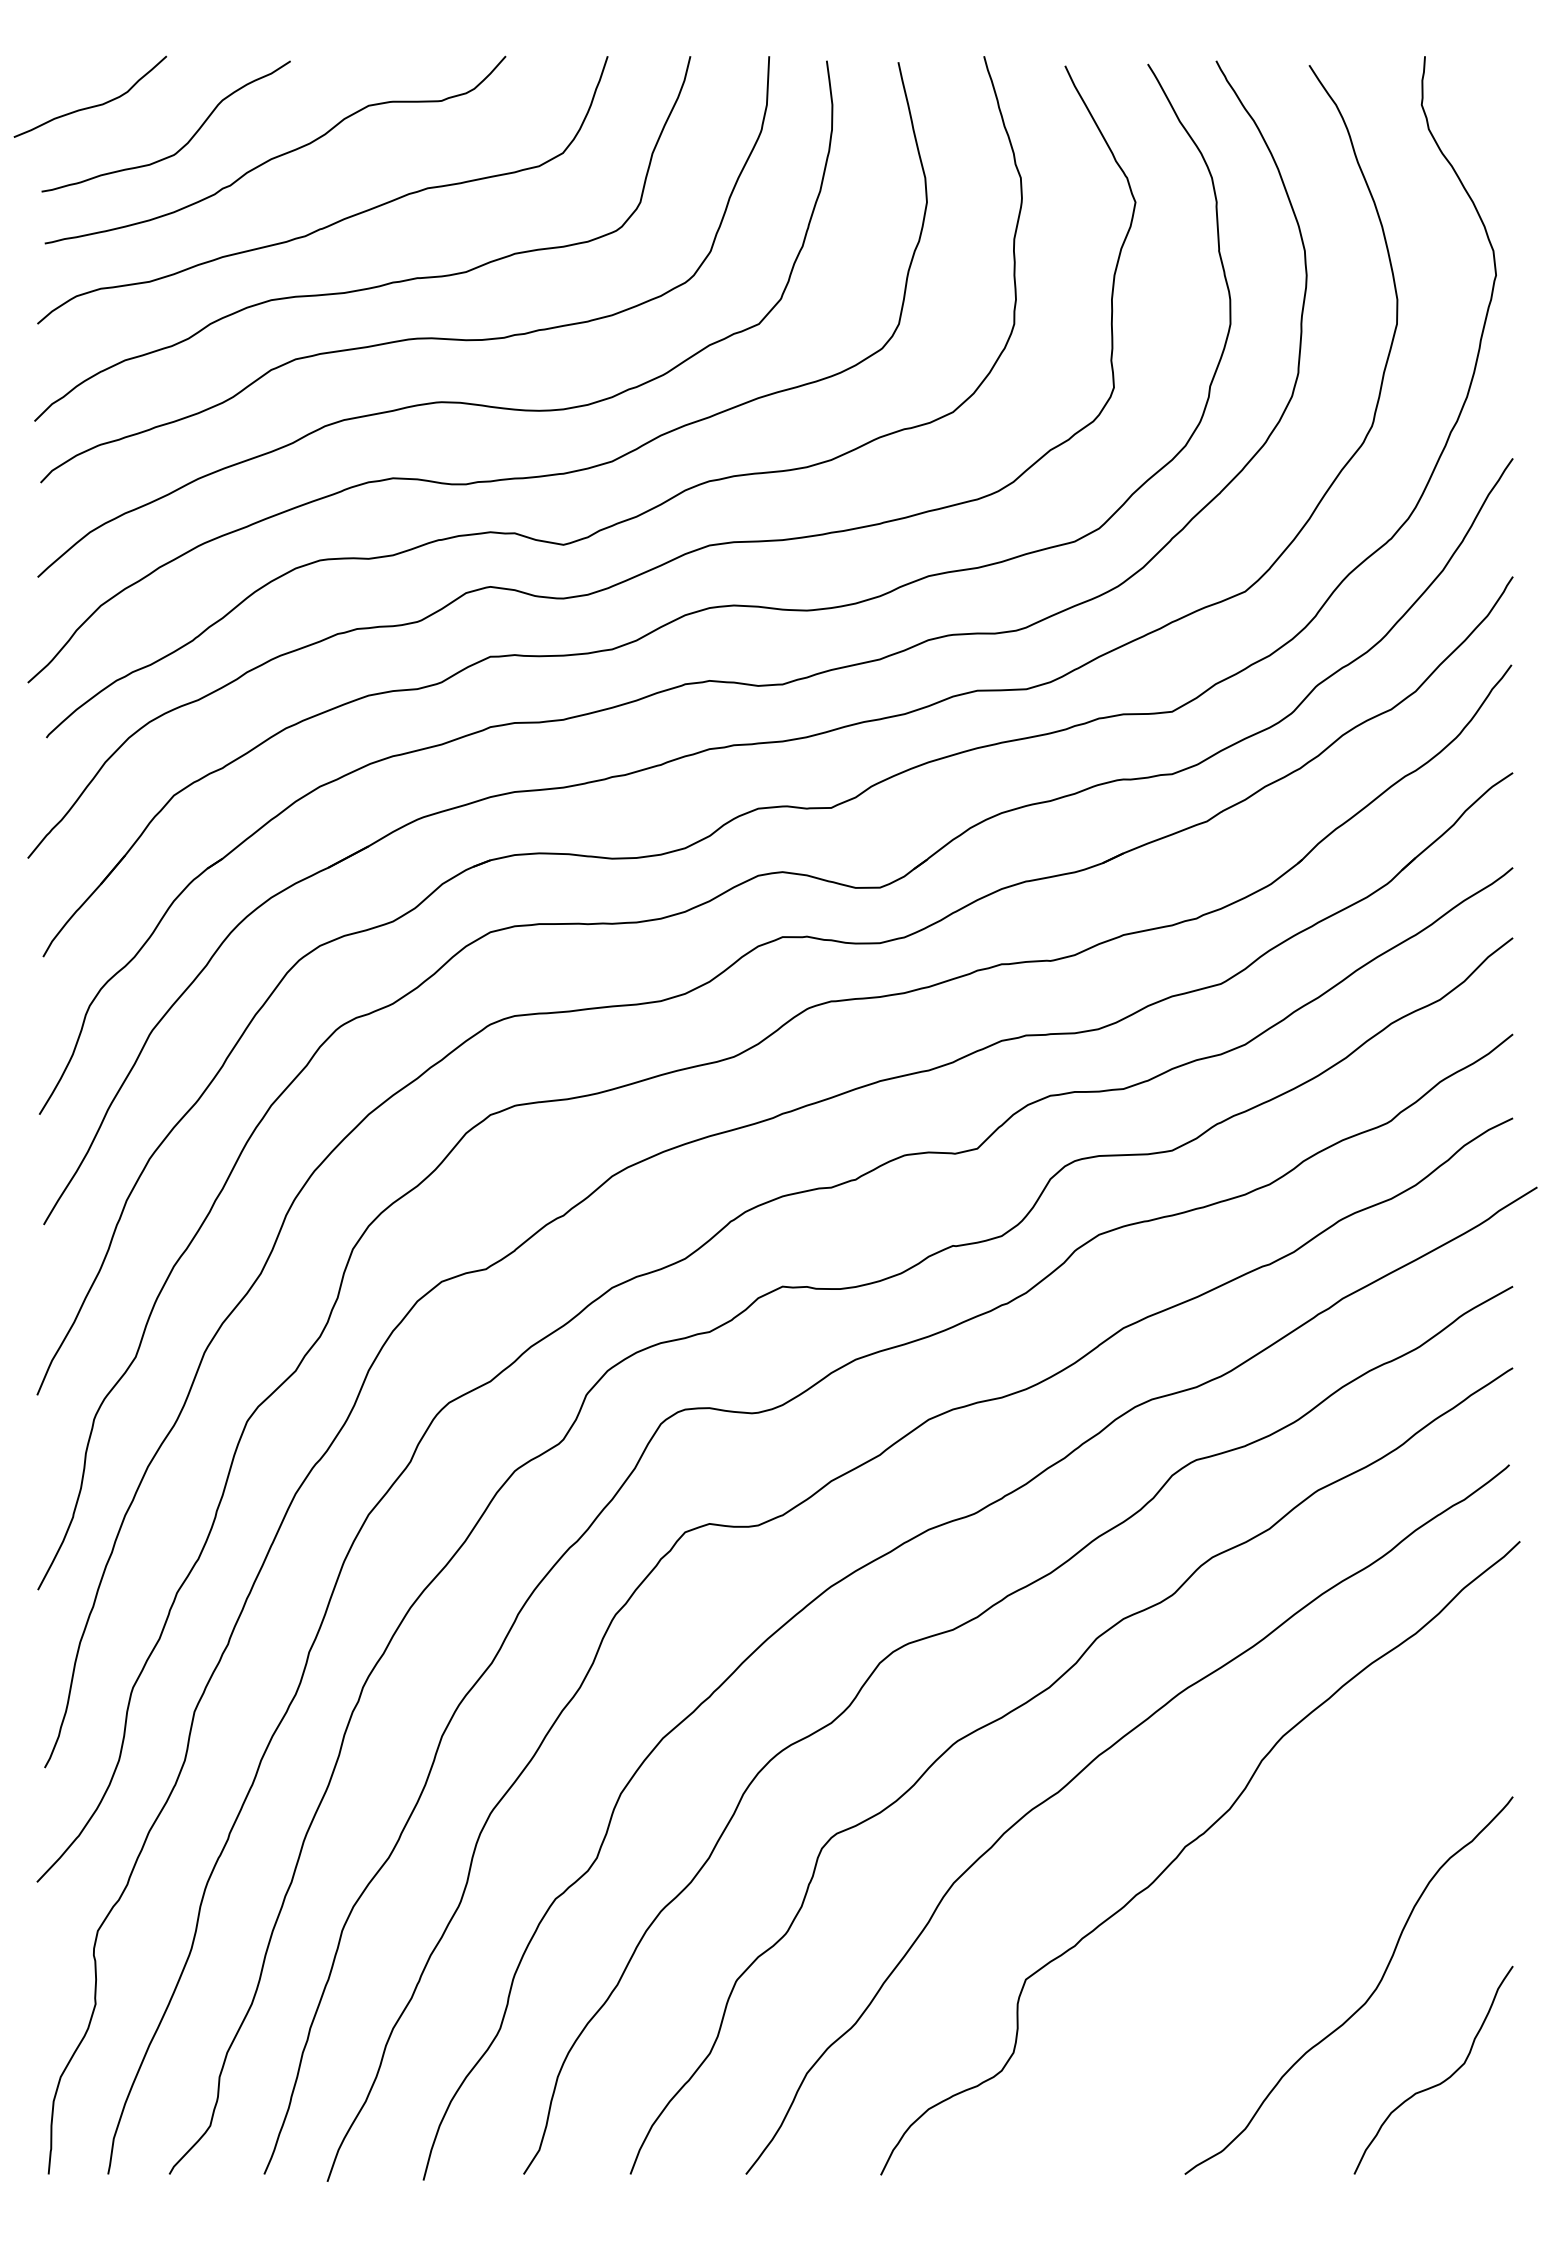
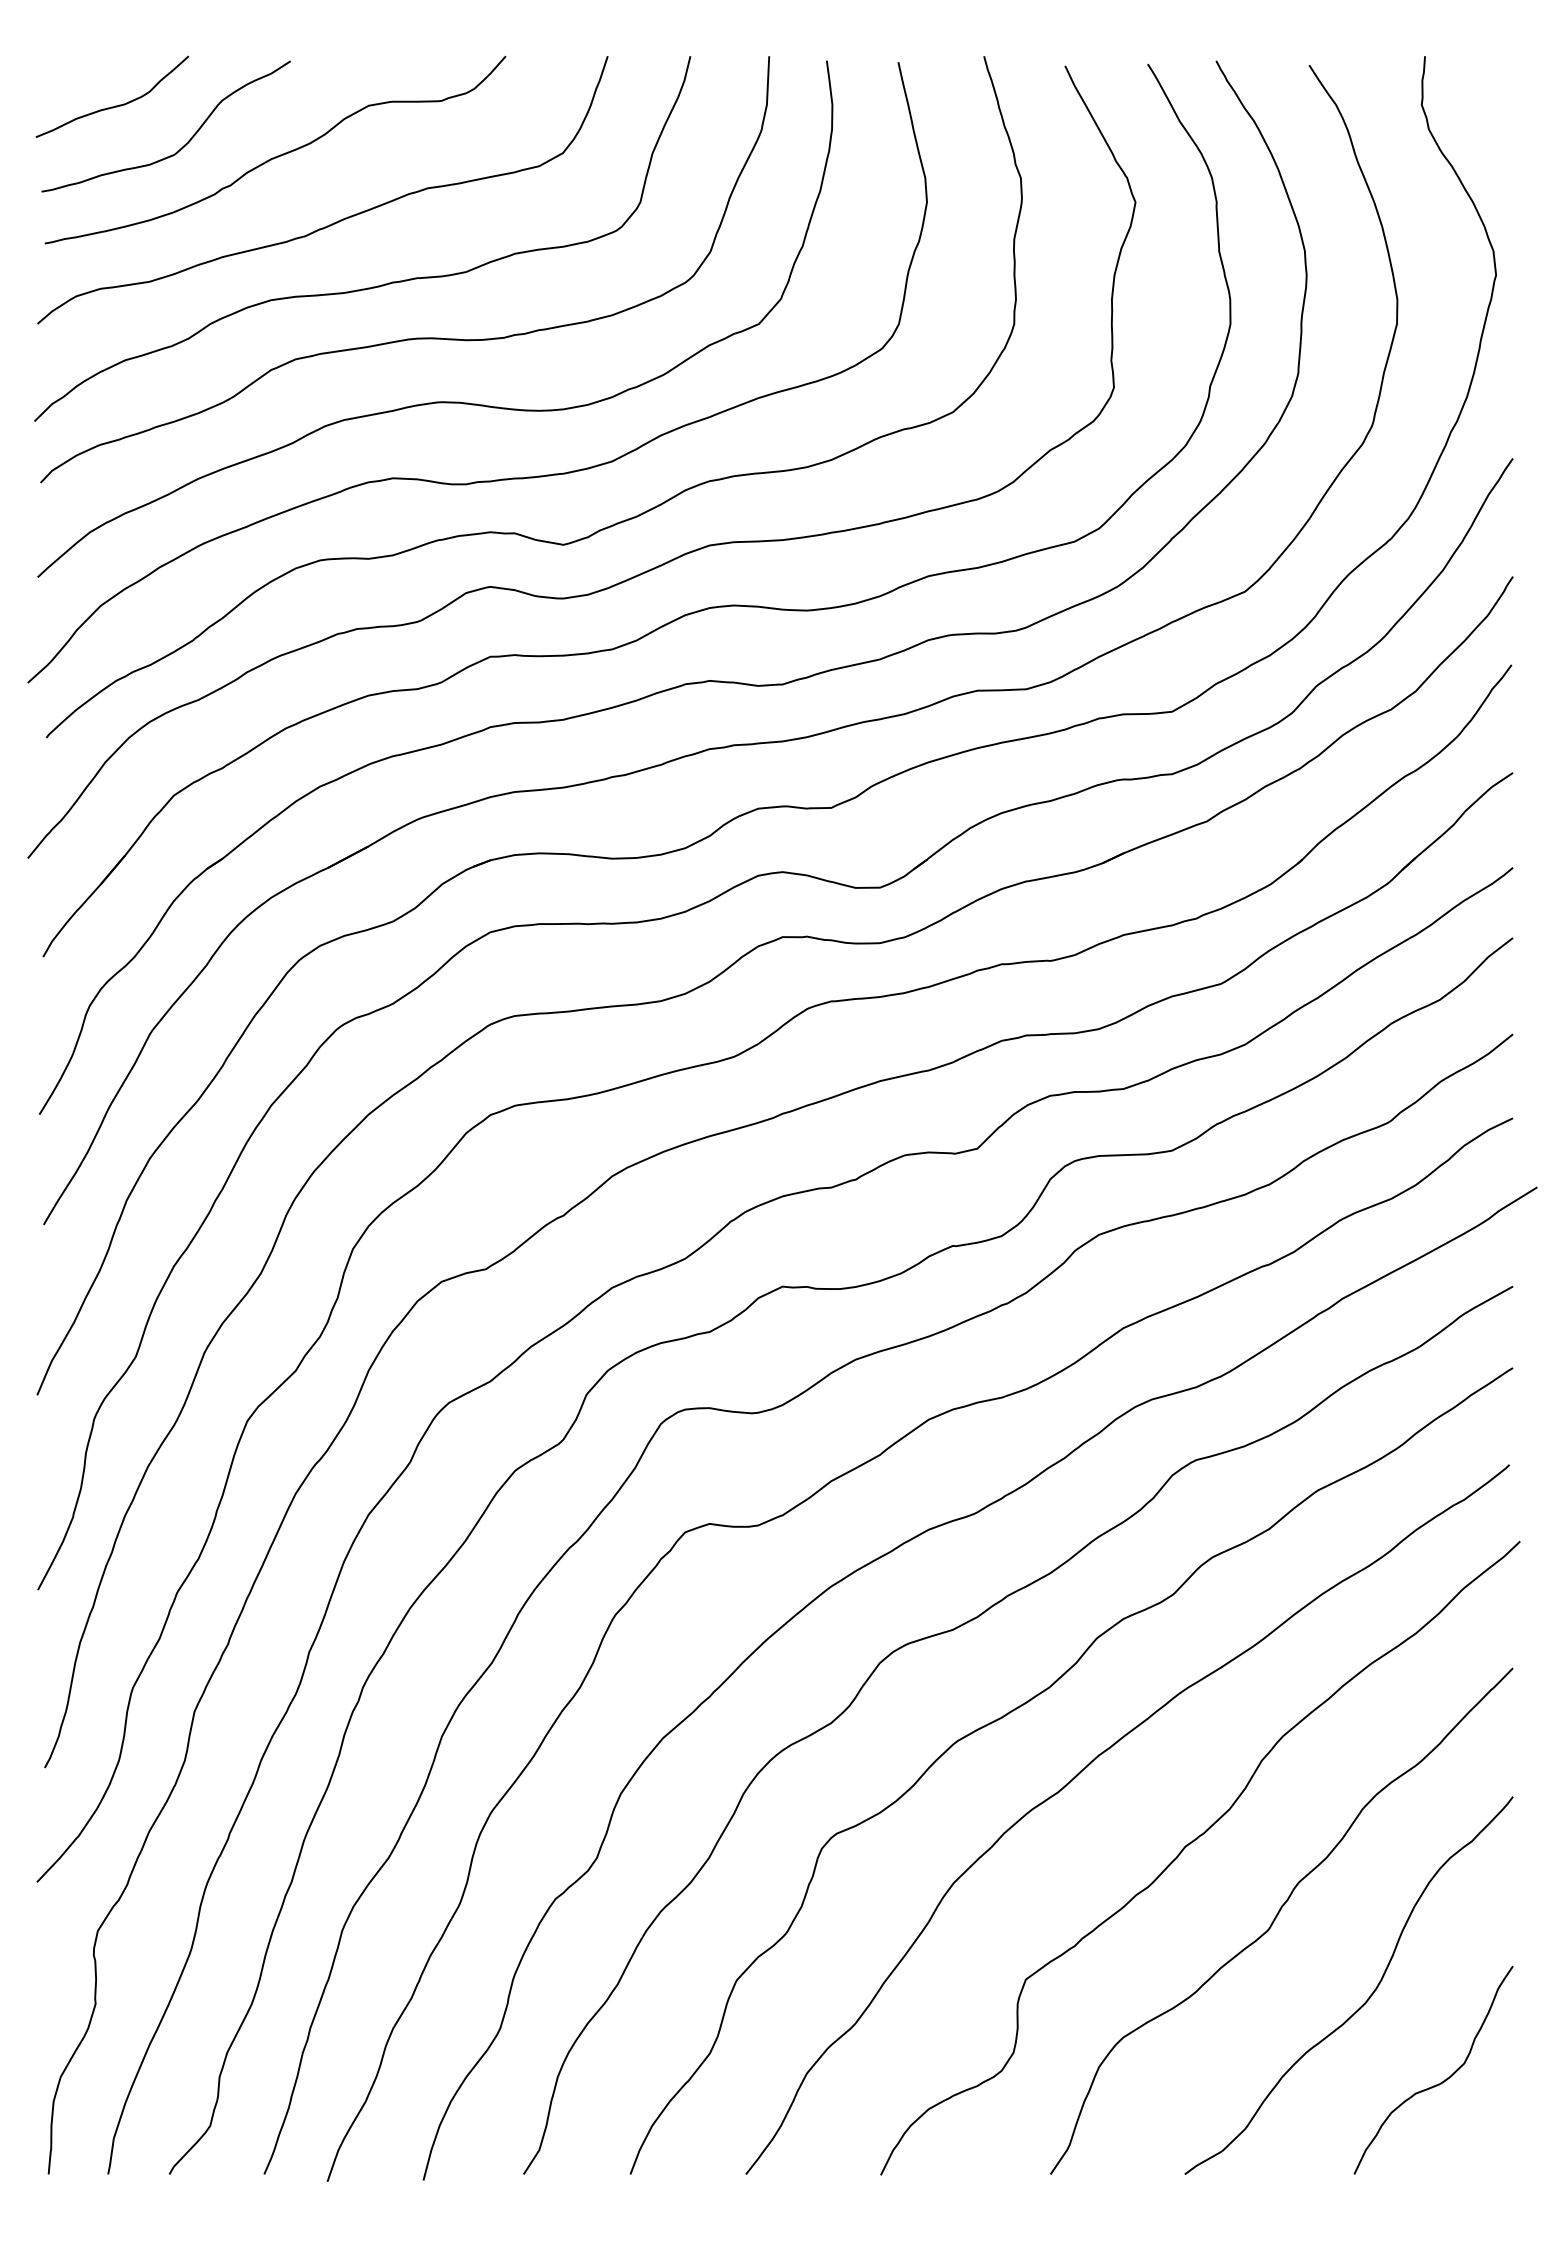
curve at (93, 105) position: (93, 105) -> (115, 105)
curve at (1276, 1918): none -> present
